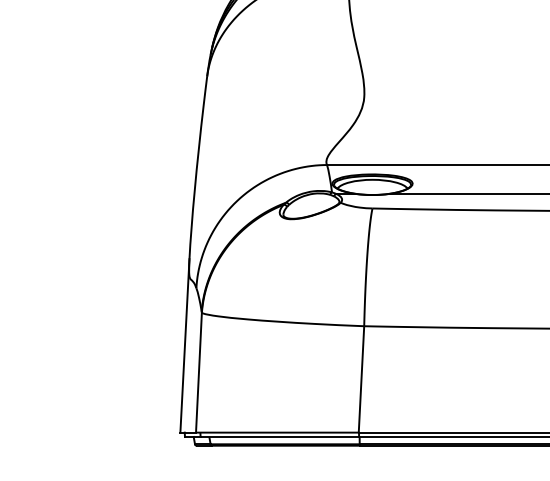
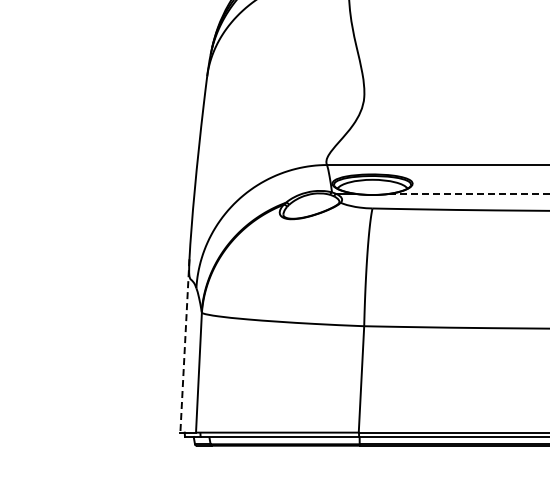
line at (469, 193): solid -> dashed
line at (184, 345): solid -> dashed
